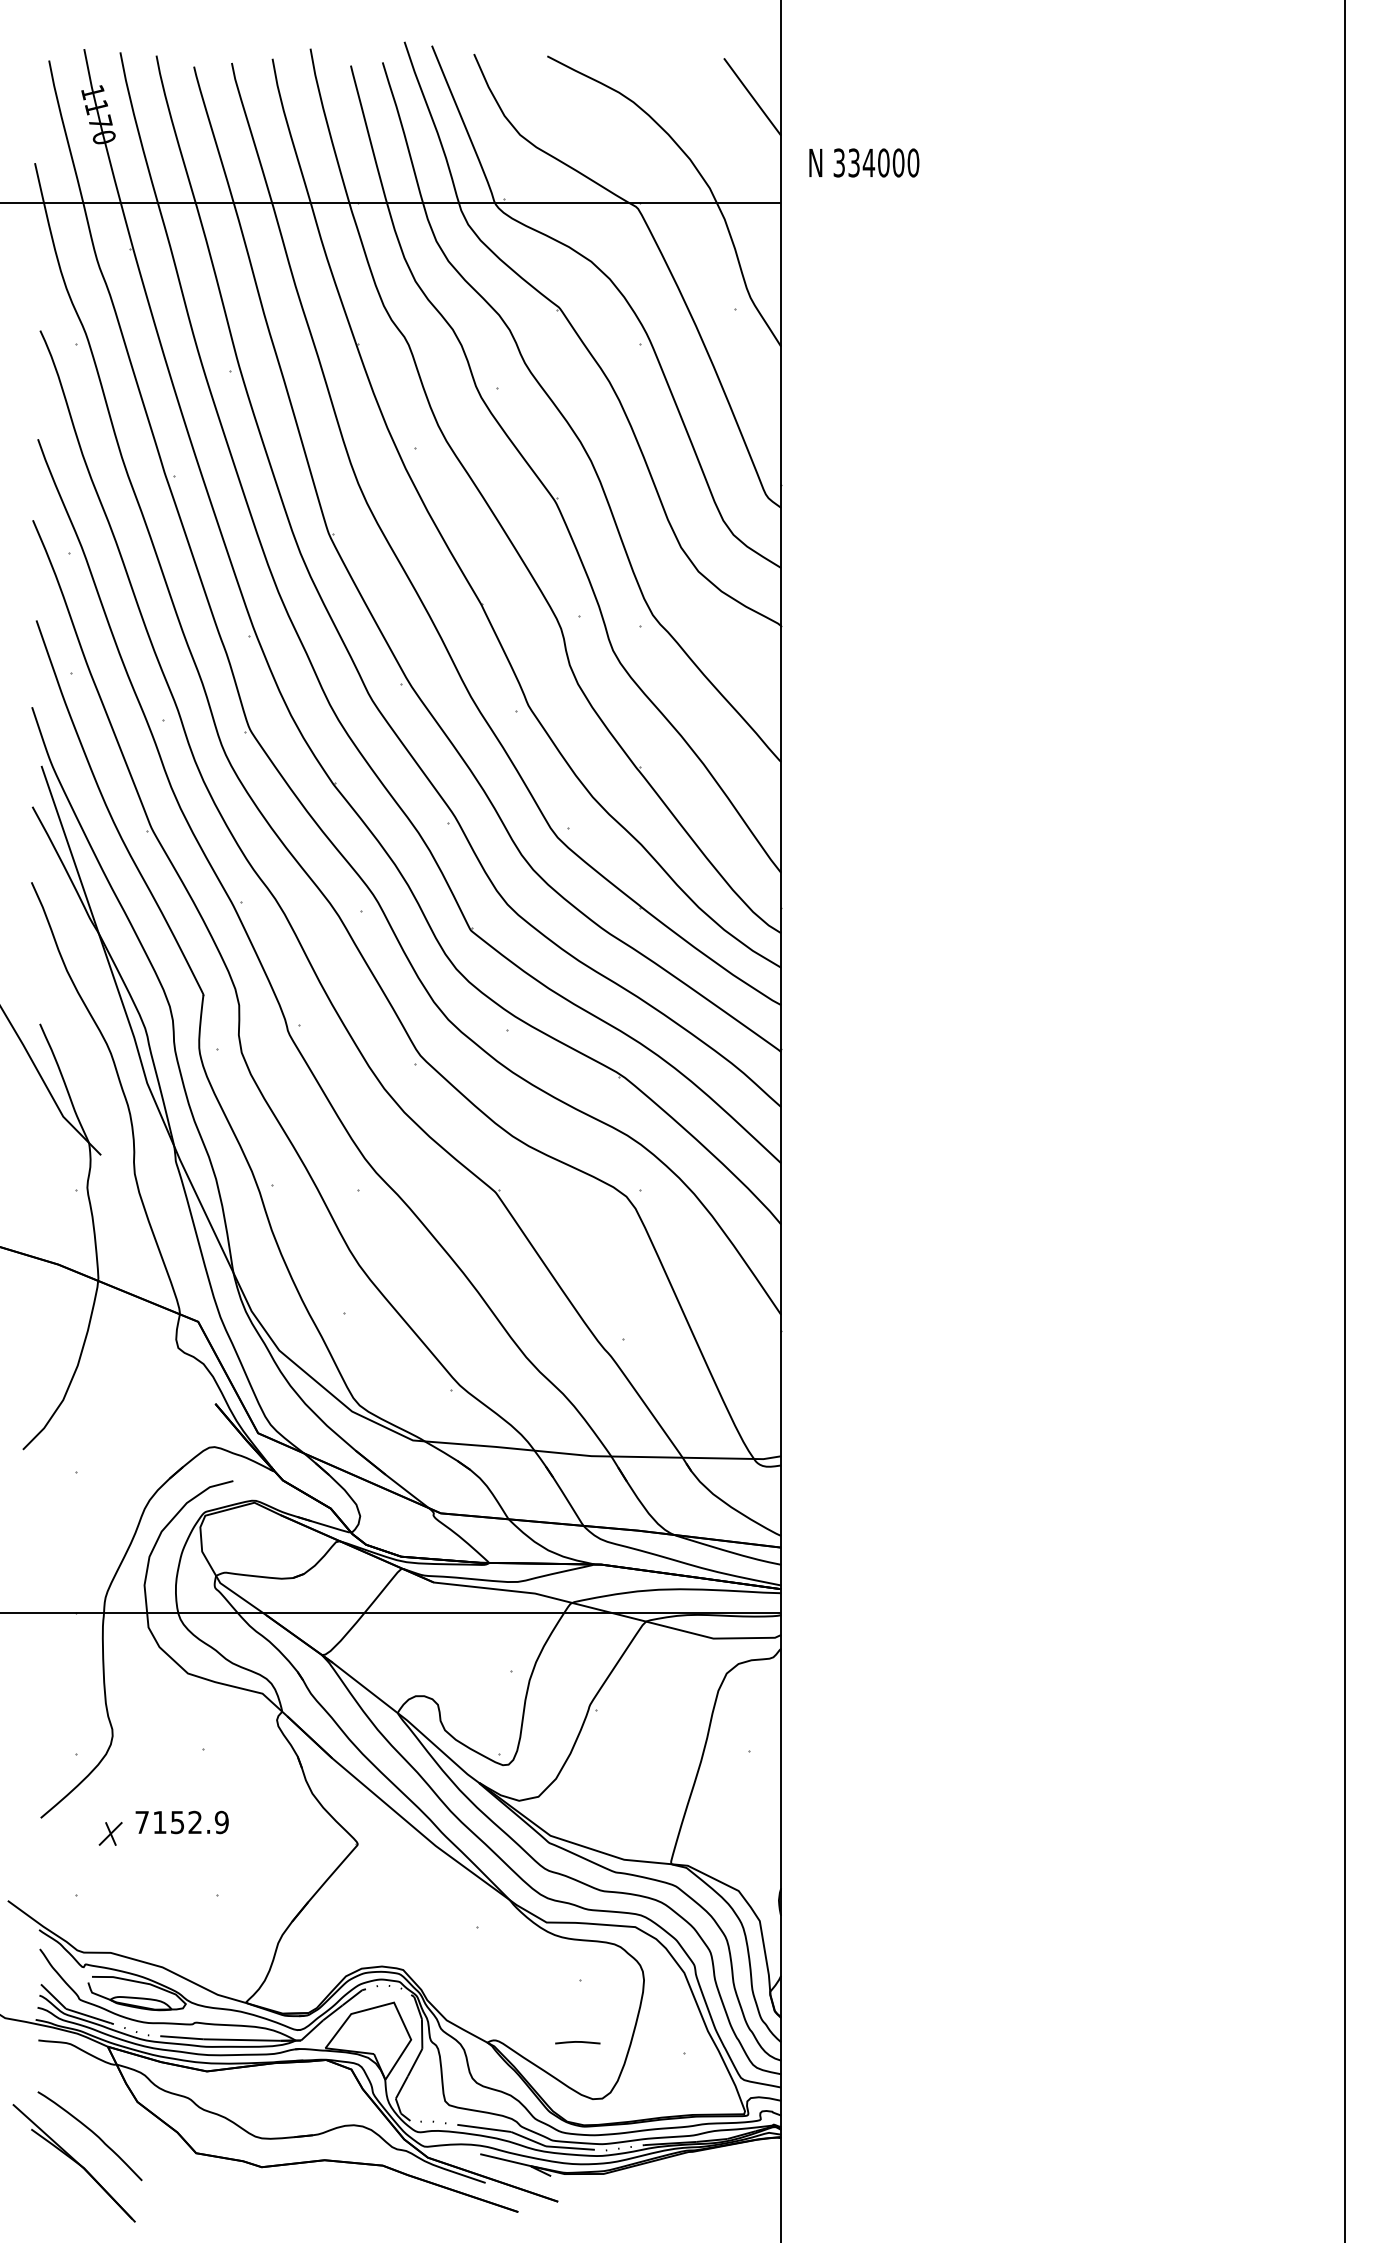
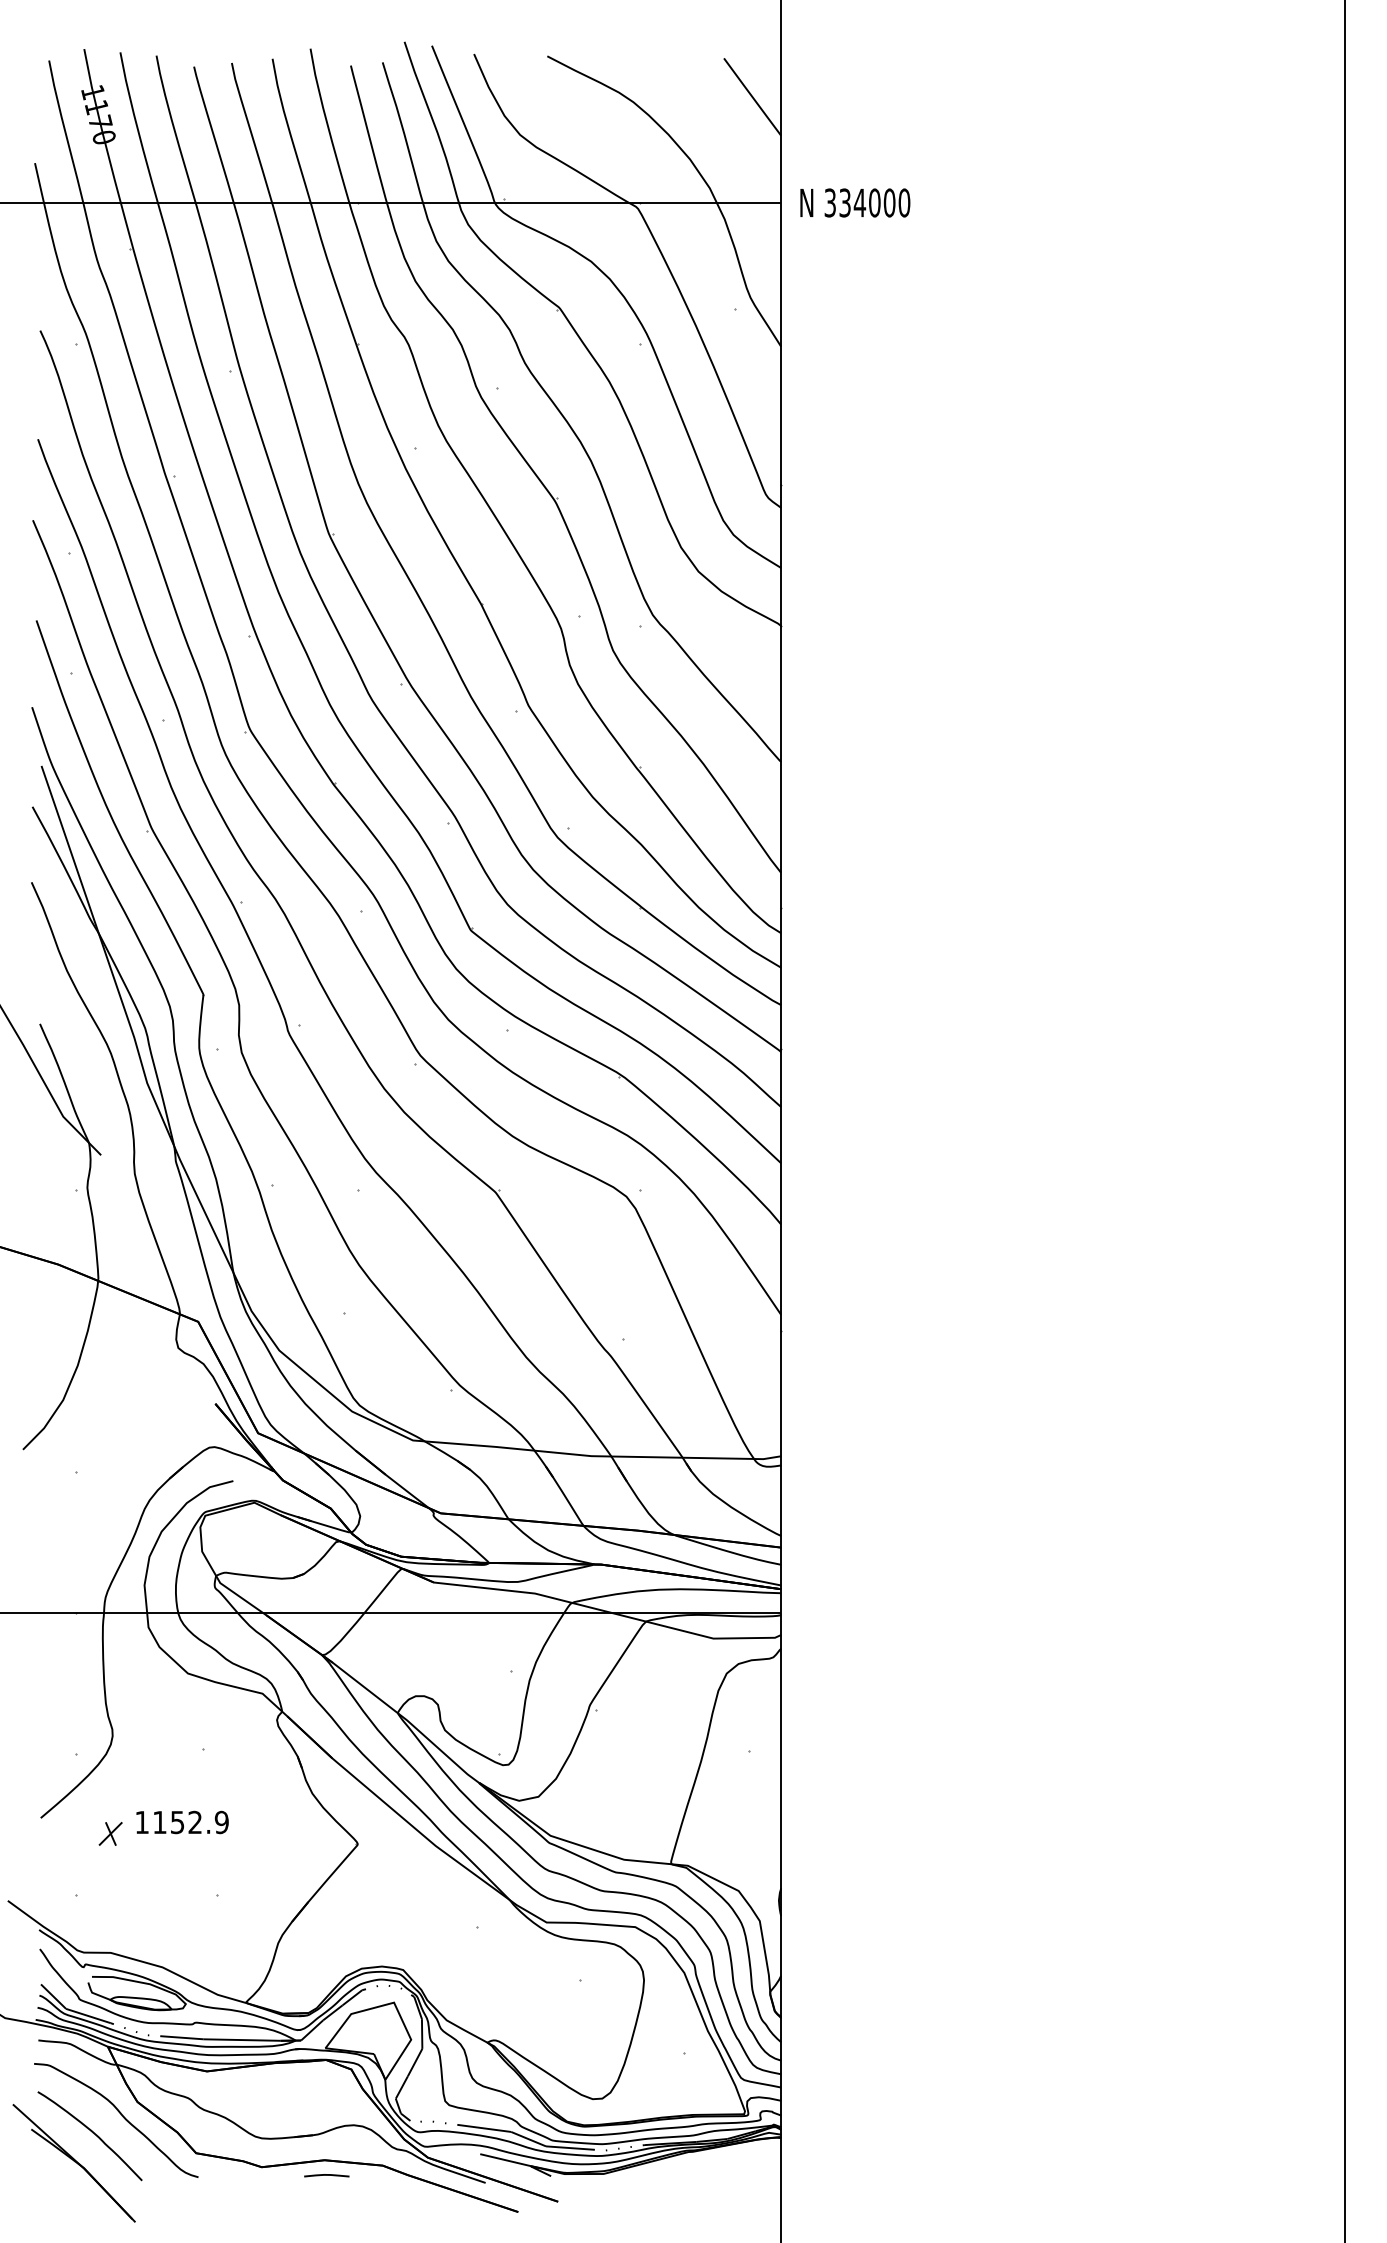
text at (864, 162) position: (864, 162) -> (855, 202)
text at (141, 1822): 7152.9 -> 1152.9
line at (577, 2042) position: (577, 2042) -> (326, 2175)
curve at (122, 2117): none -> present
